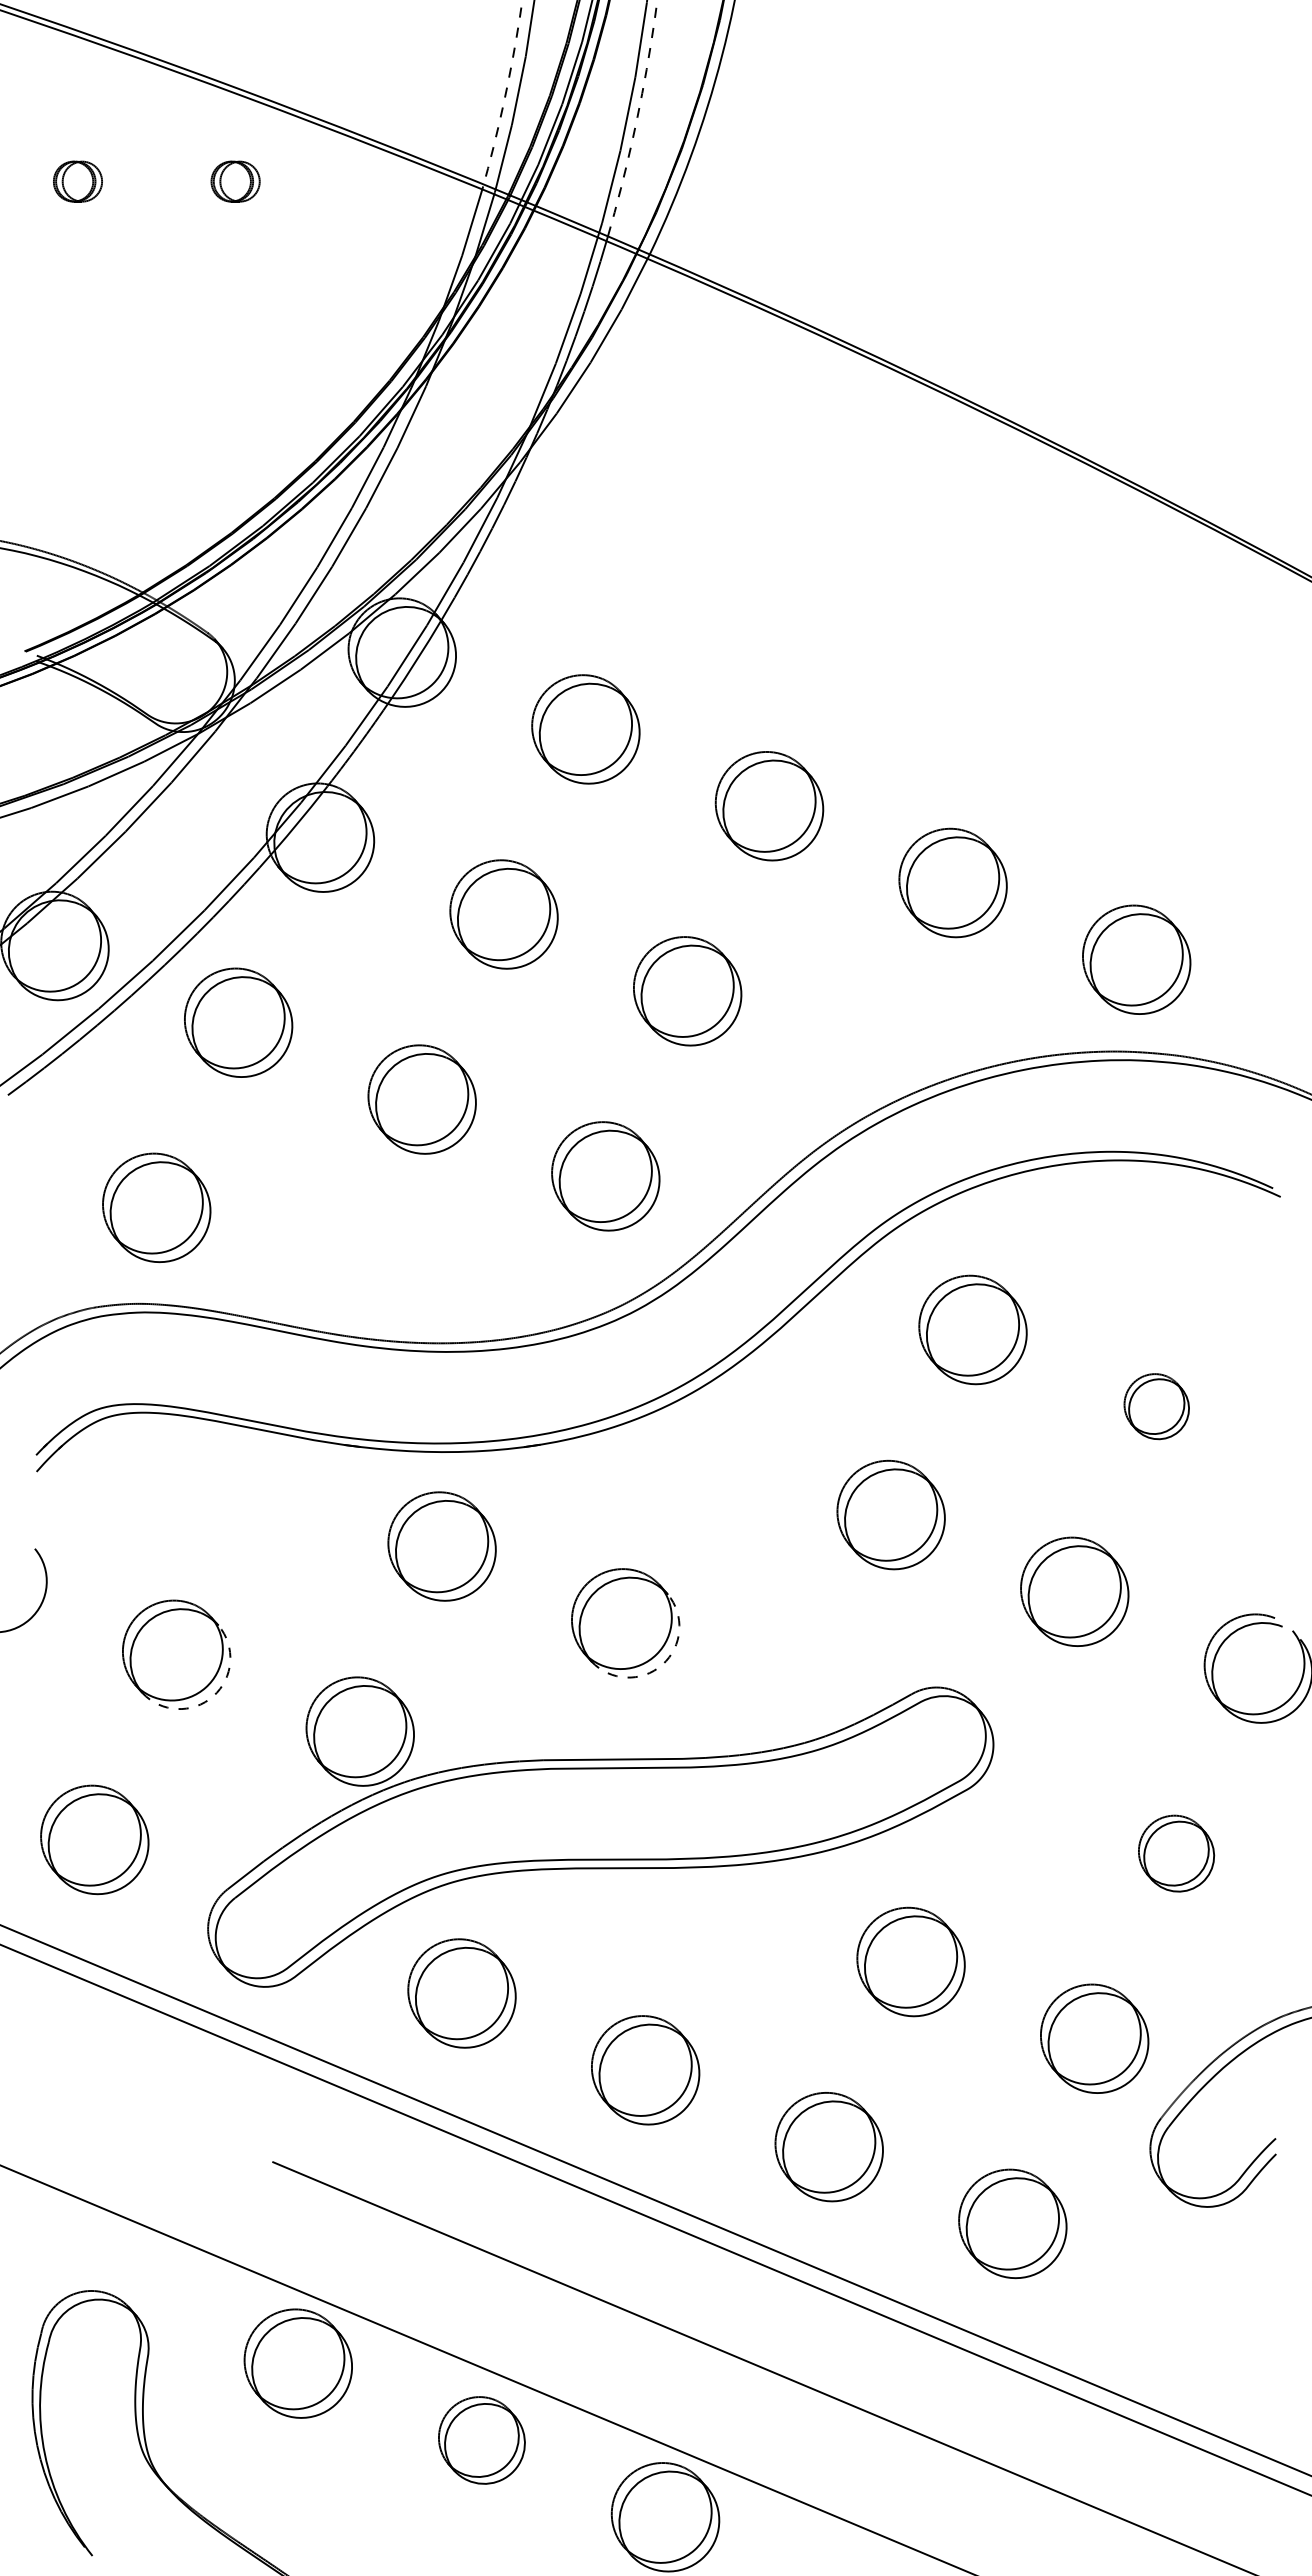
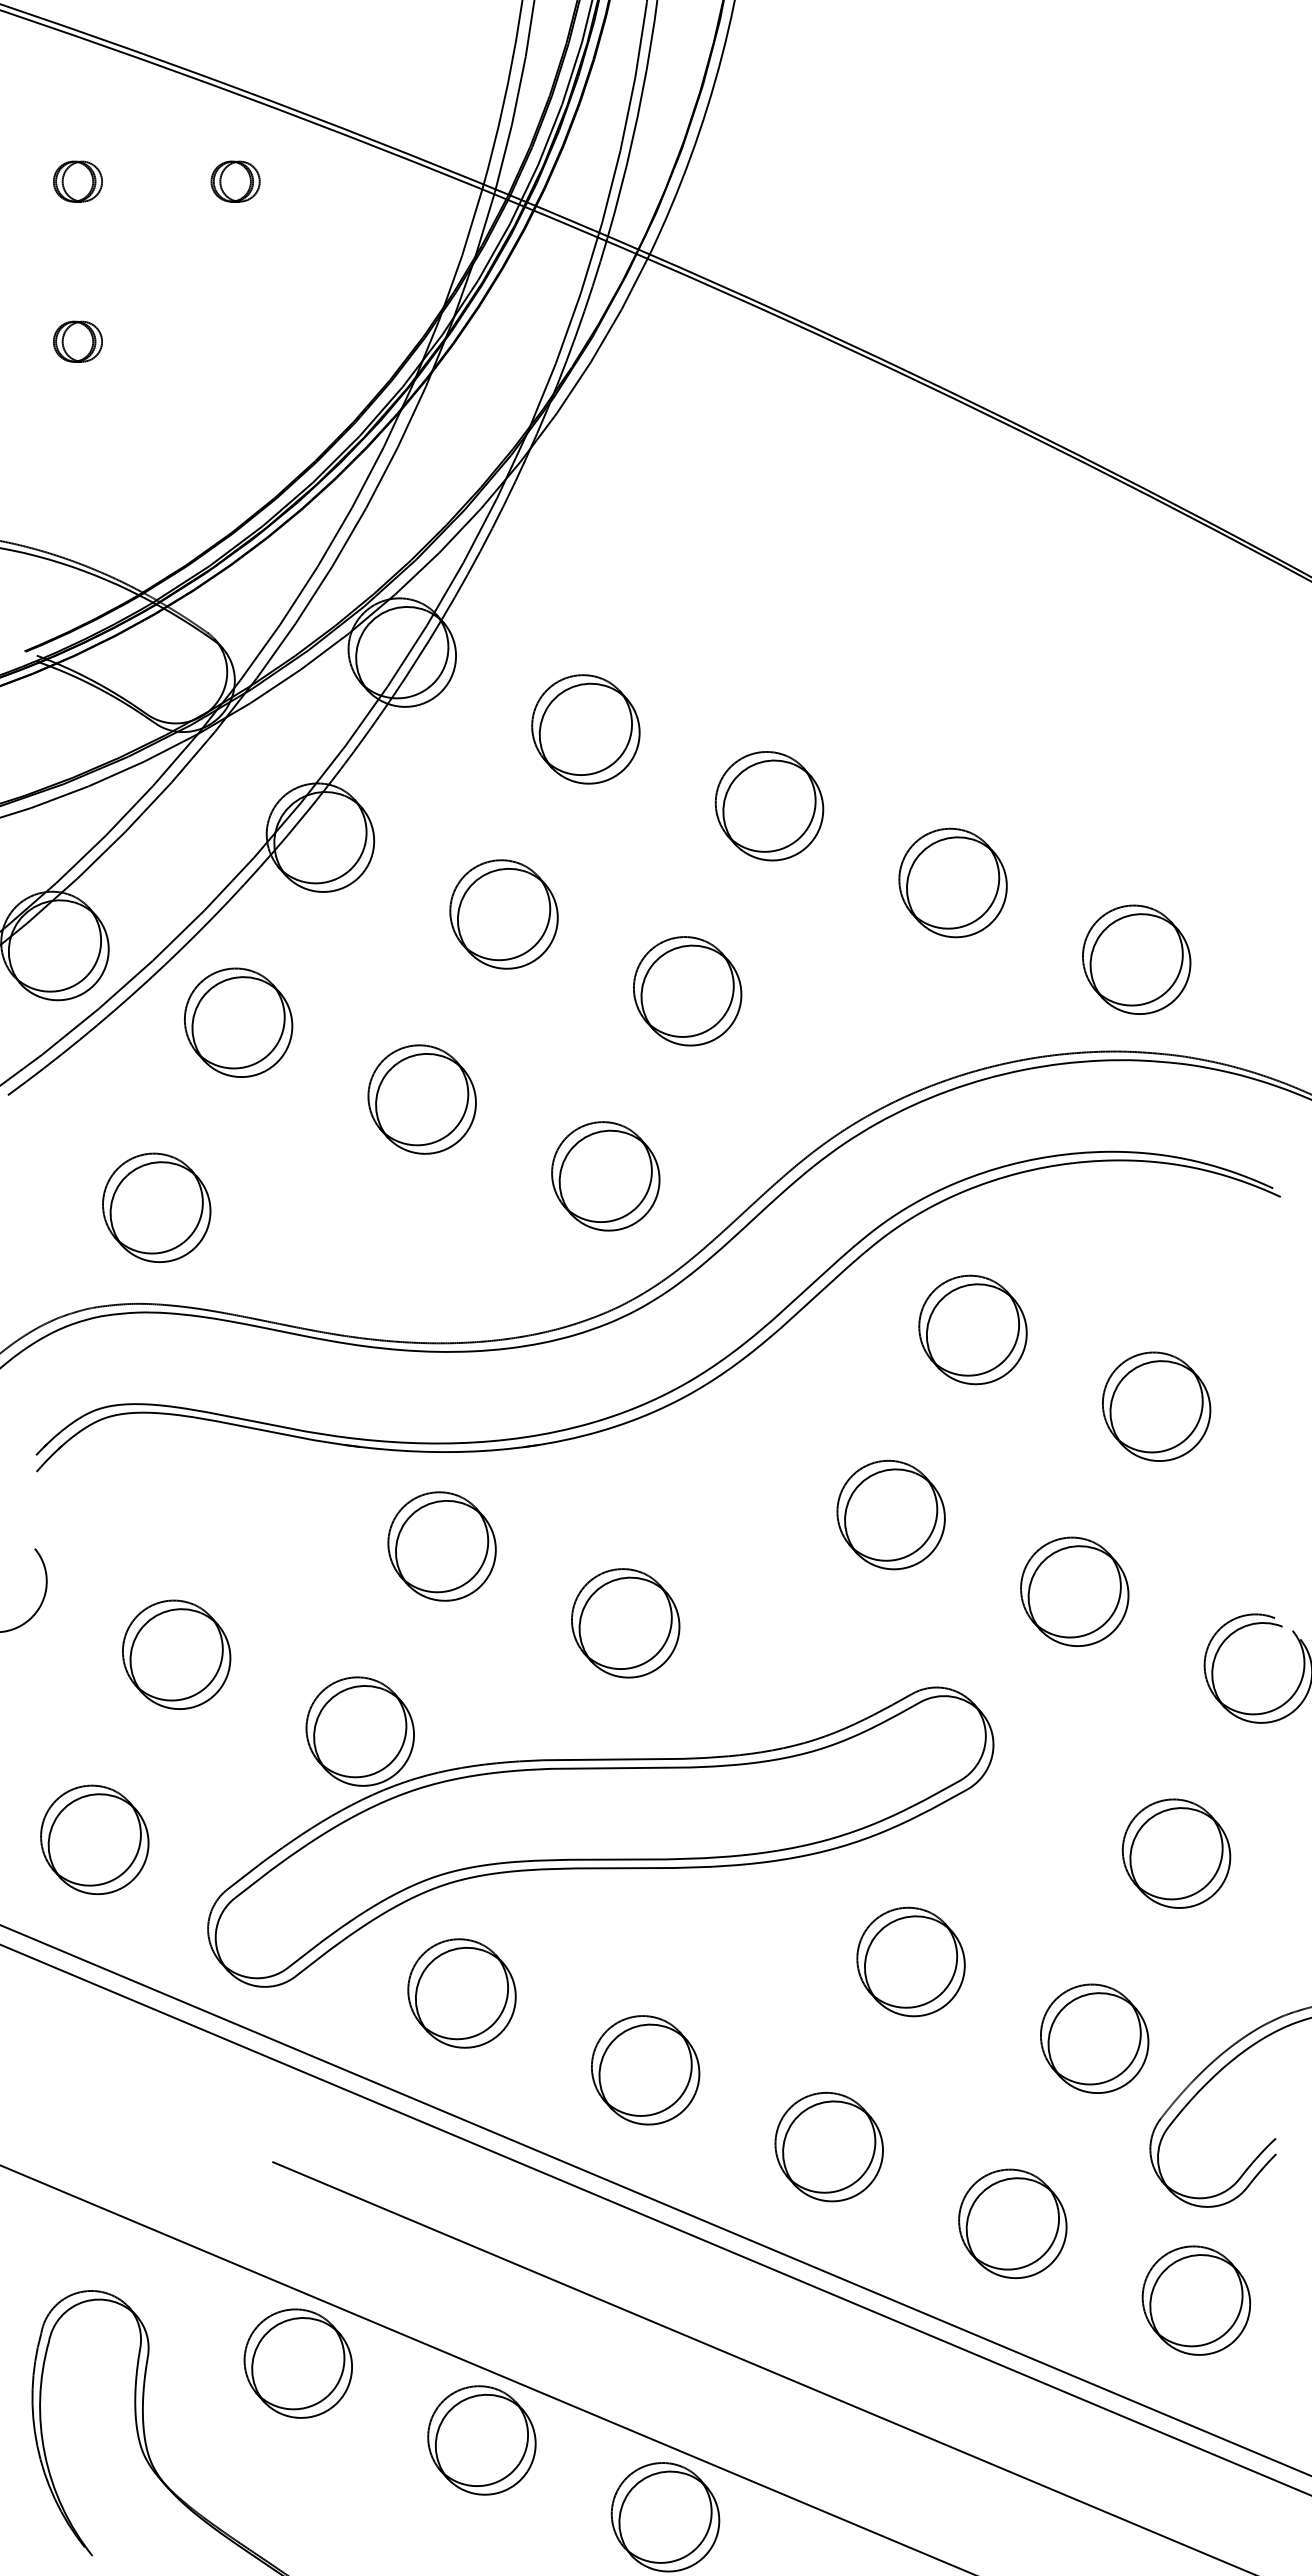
arc at (505, 96): dashed -> solid
arc at (636, 120): dashed -> solid
part at (77, 341): none -> present
part at (1156, 1406) size: 67x68 px -> 110x111 px
arc at (662, 1664): dashed -> solid
arc at (213, 1696): dashed -> solid
part at (1176, 1853) size: 78x79 px -> 111x111 px
part at (1196, 2300): none -> present
part at (481, 2440) size: 88x89 px -> 110x111 px
